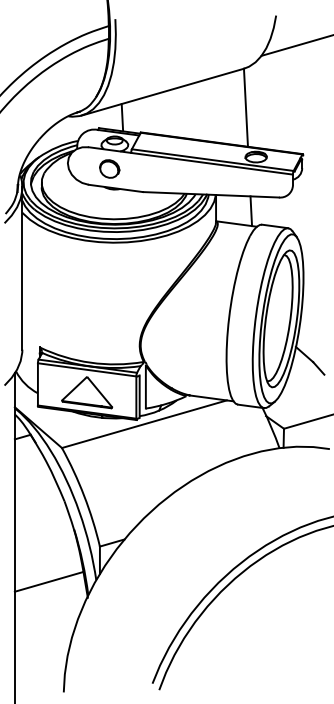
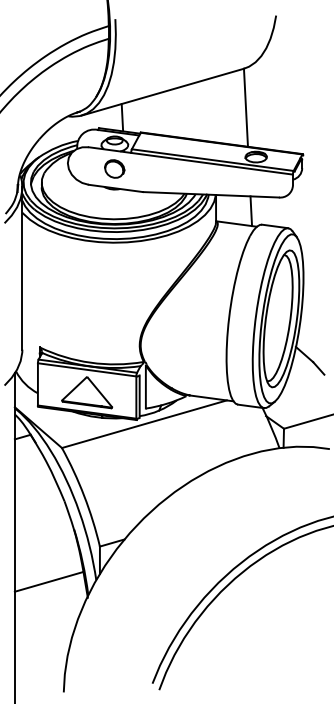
line at (295, 45): present -> none
part at (109, 168) position: (109, 168) -> (114, 168)
